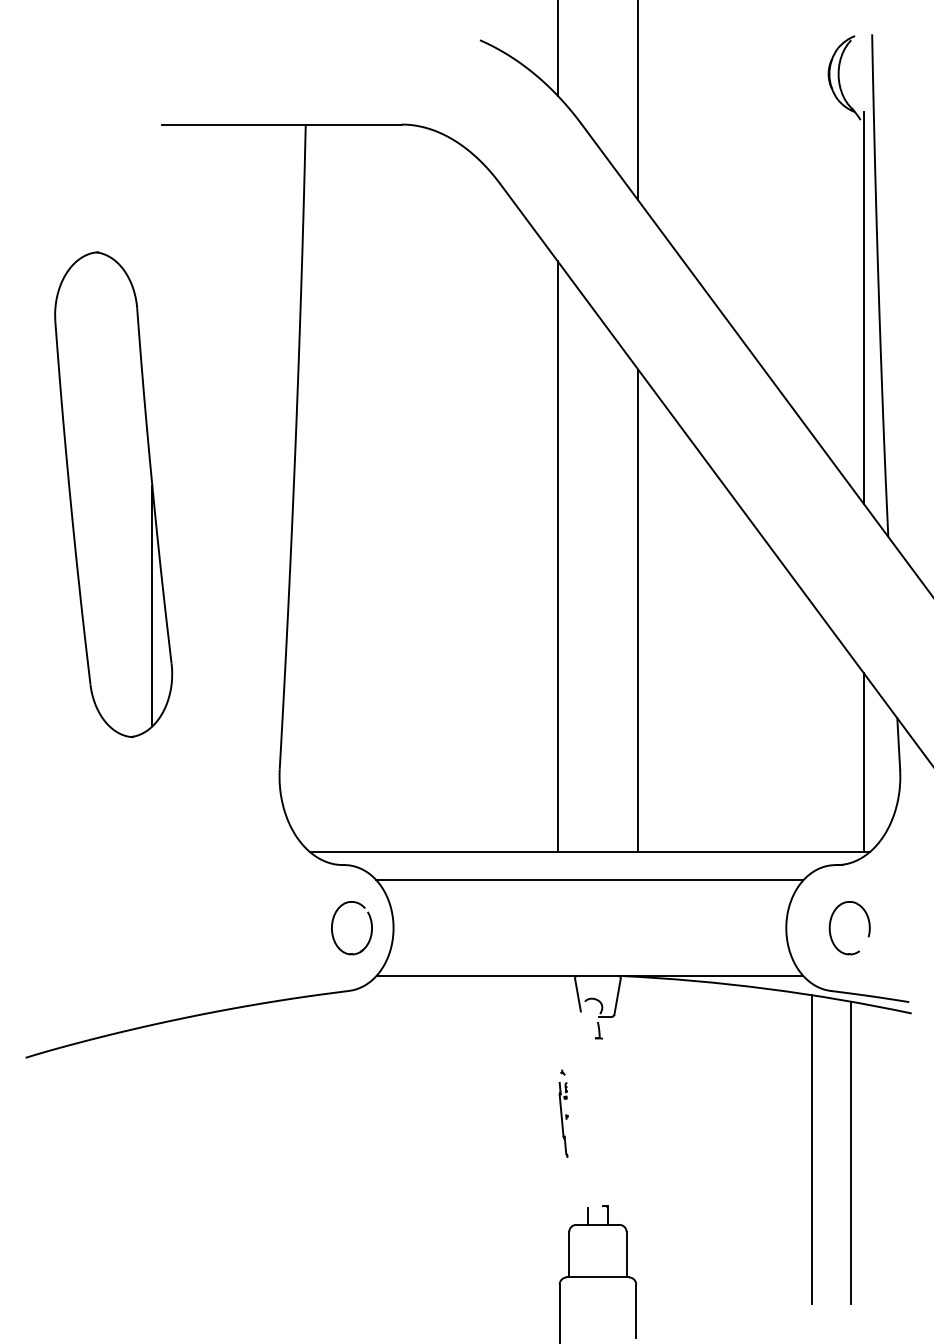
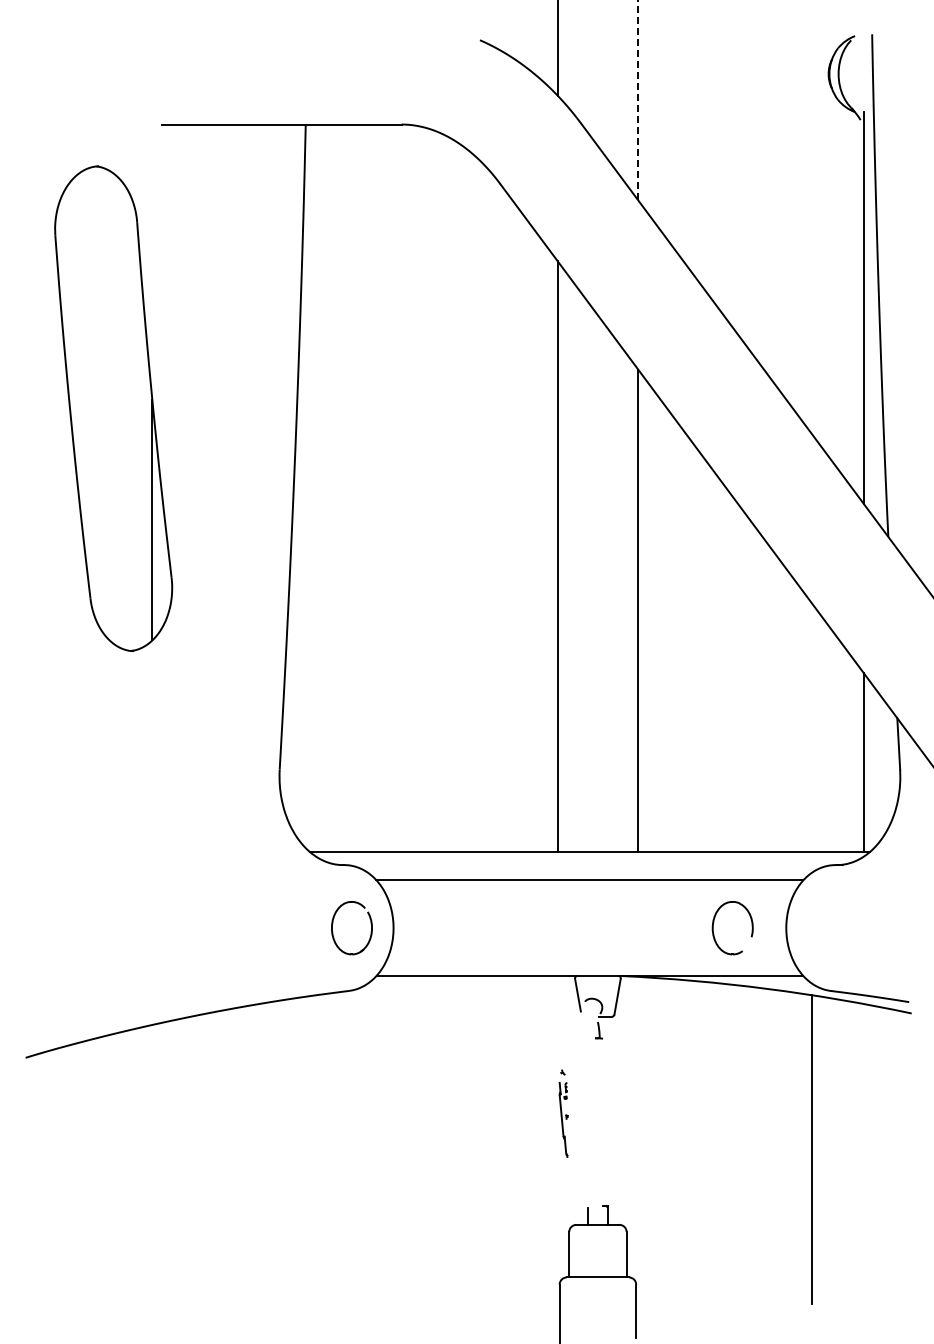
line at (638, 100): solid -> dashed
part at (113, 494) position: (113, 494) -> (113, 408)
part at (831, 933) position: (831, 933) -> (714, 933)
line at (850, 1152): present -> none
